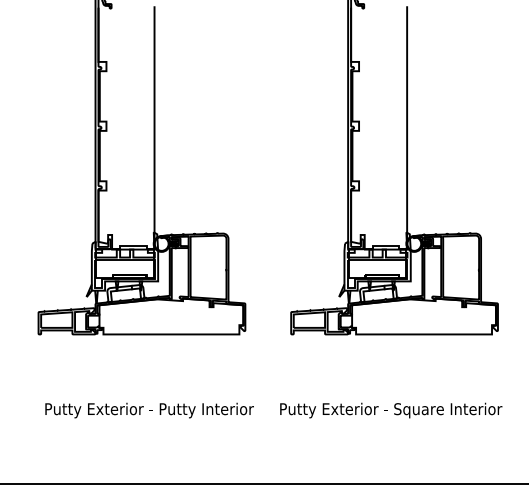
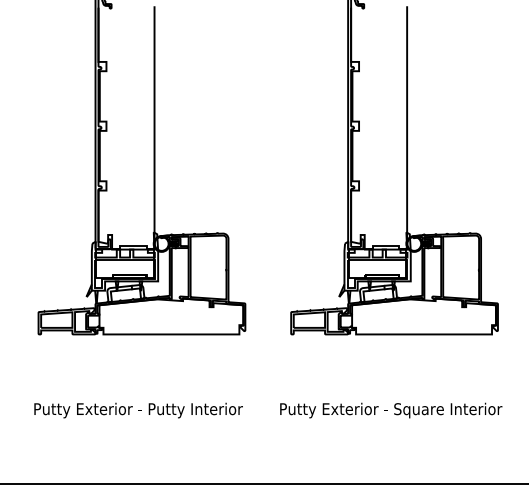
text at (149, 410) position: (149, 410) -> (138, 410)
